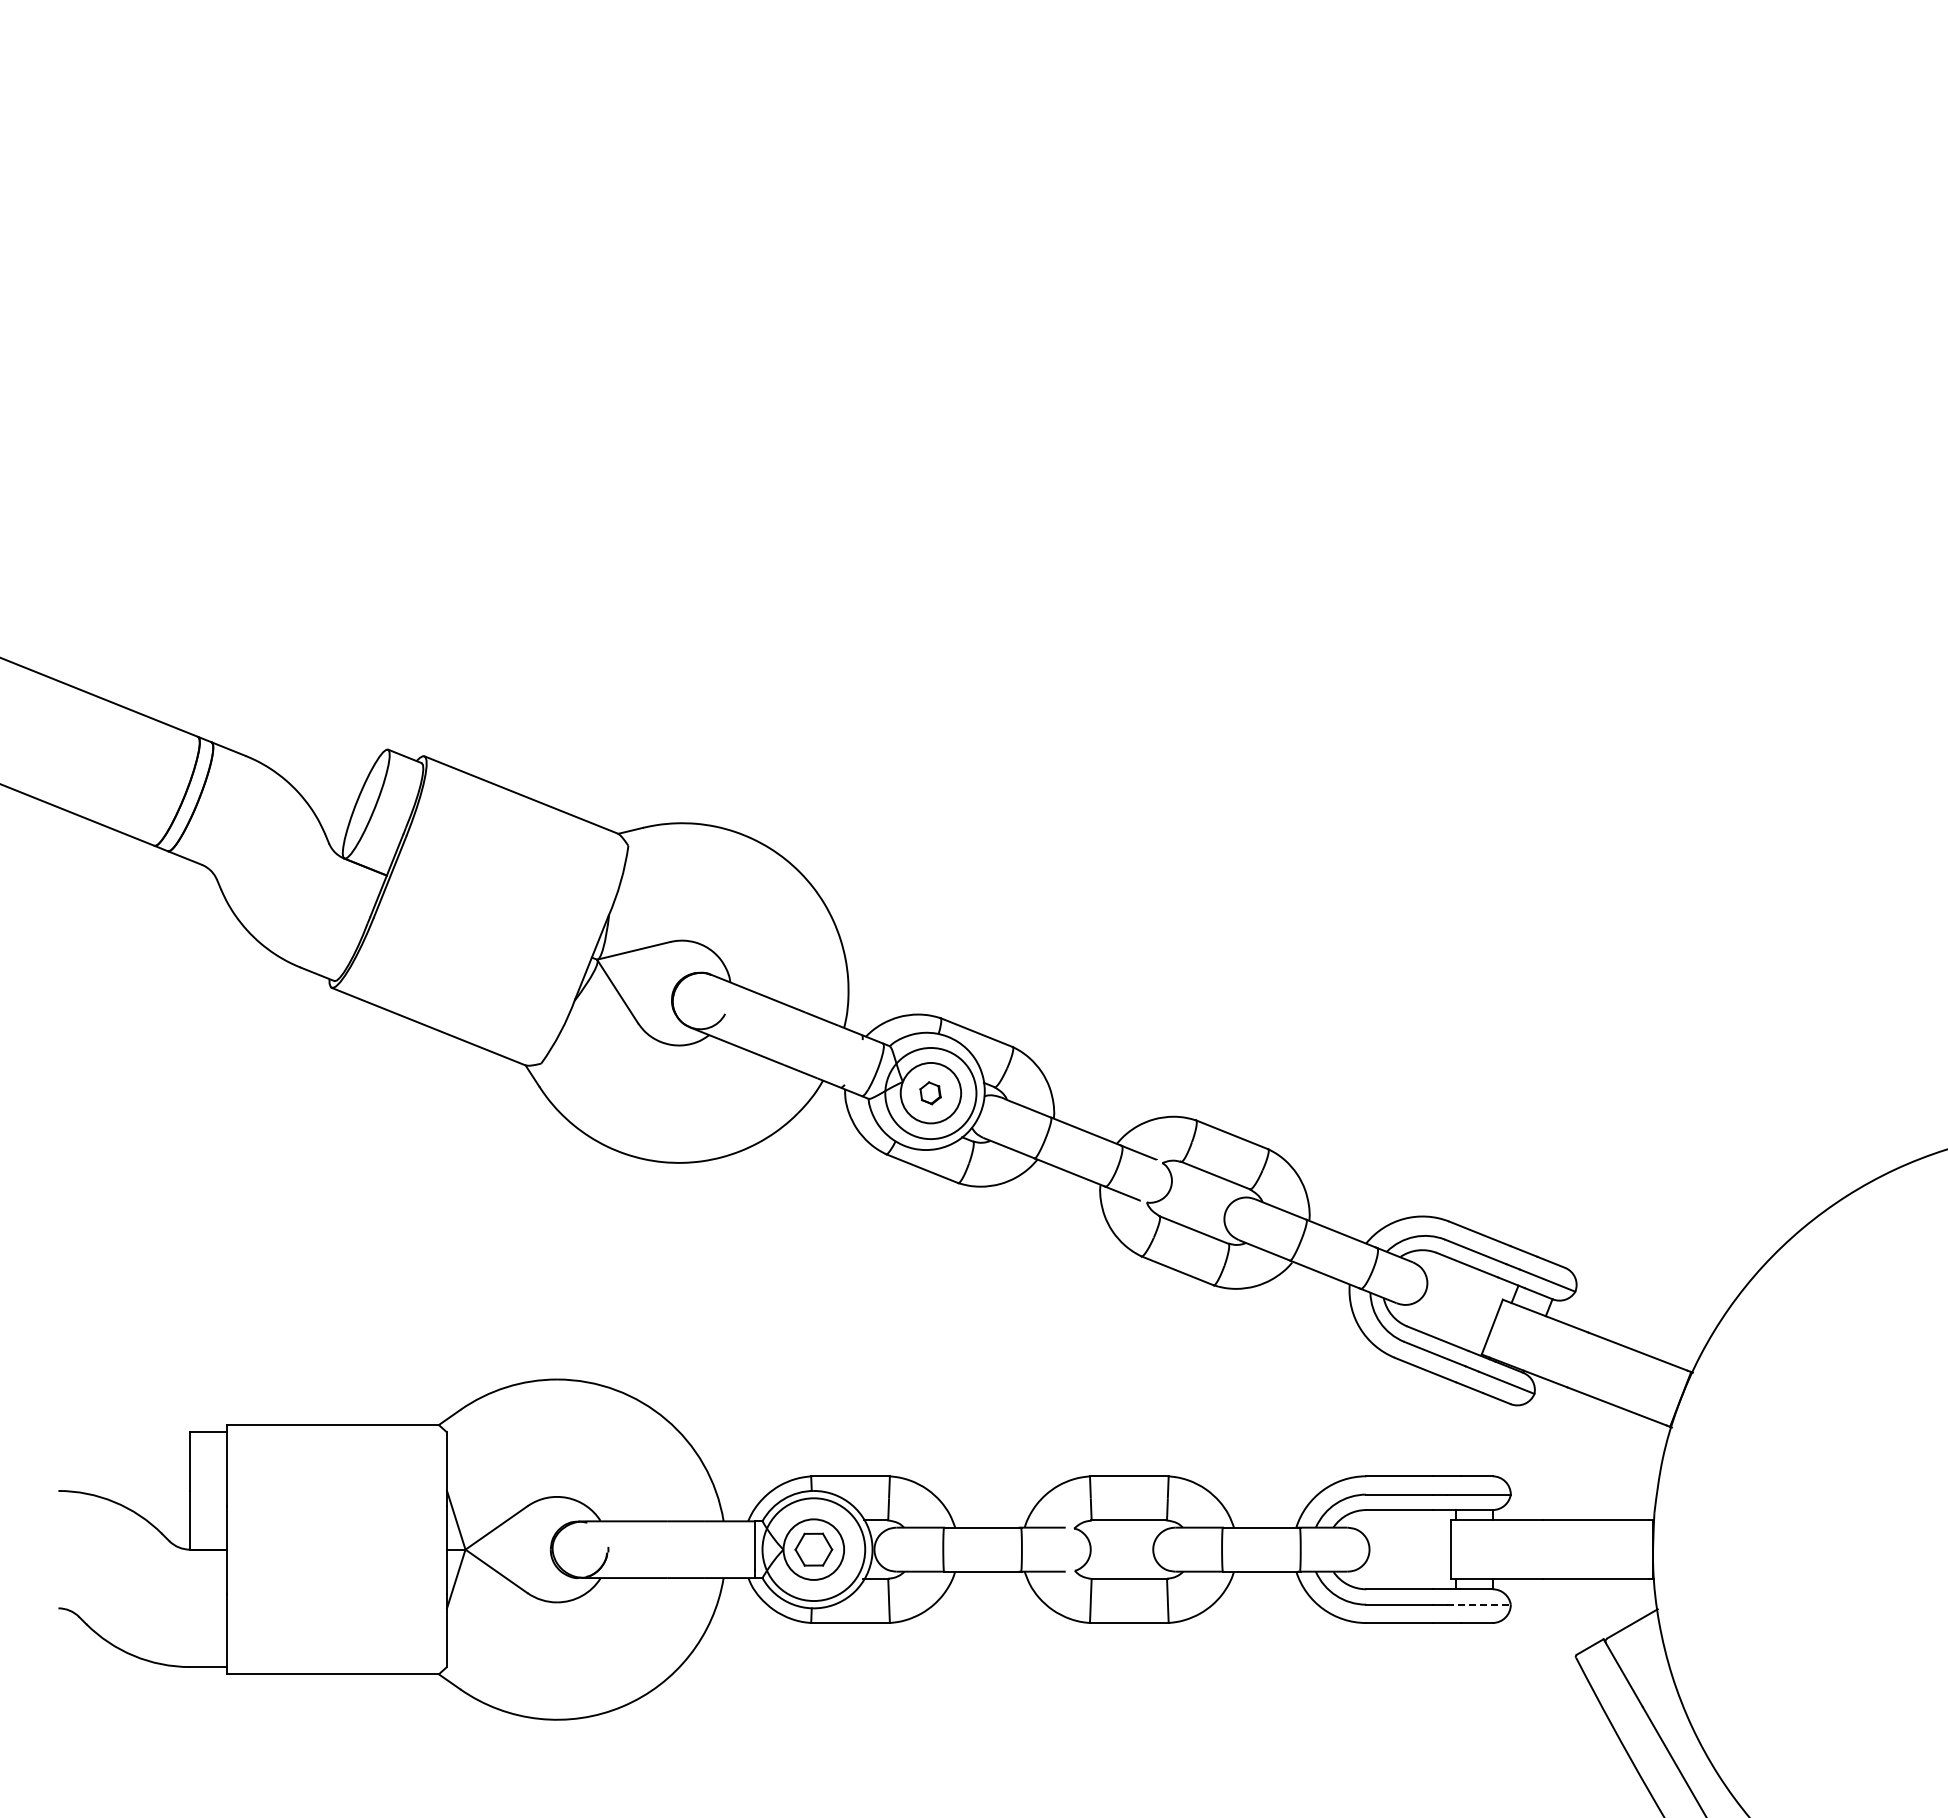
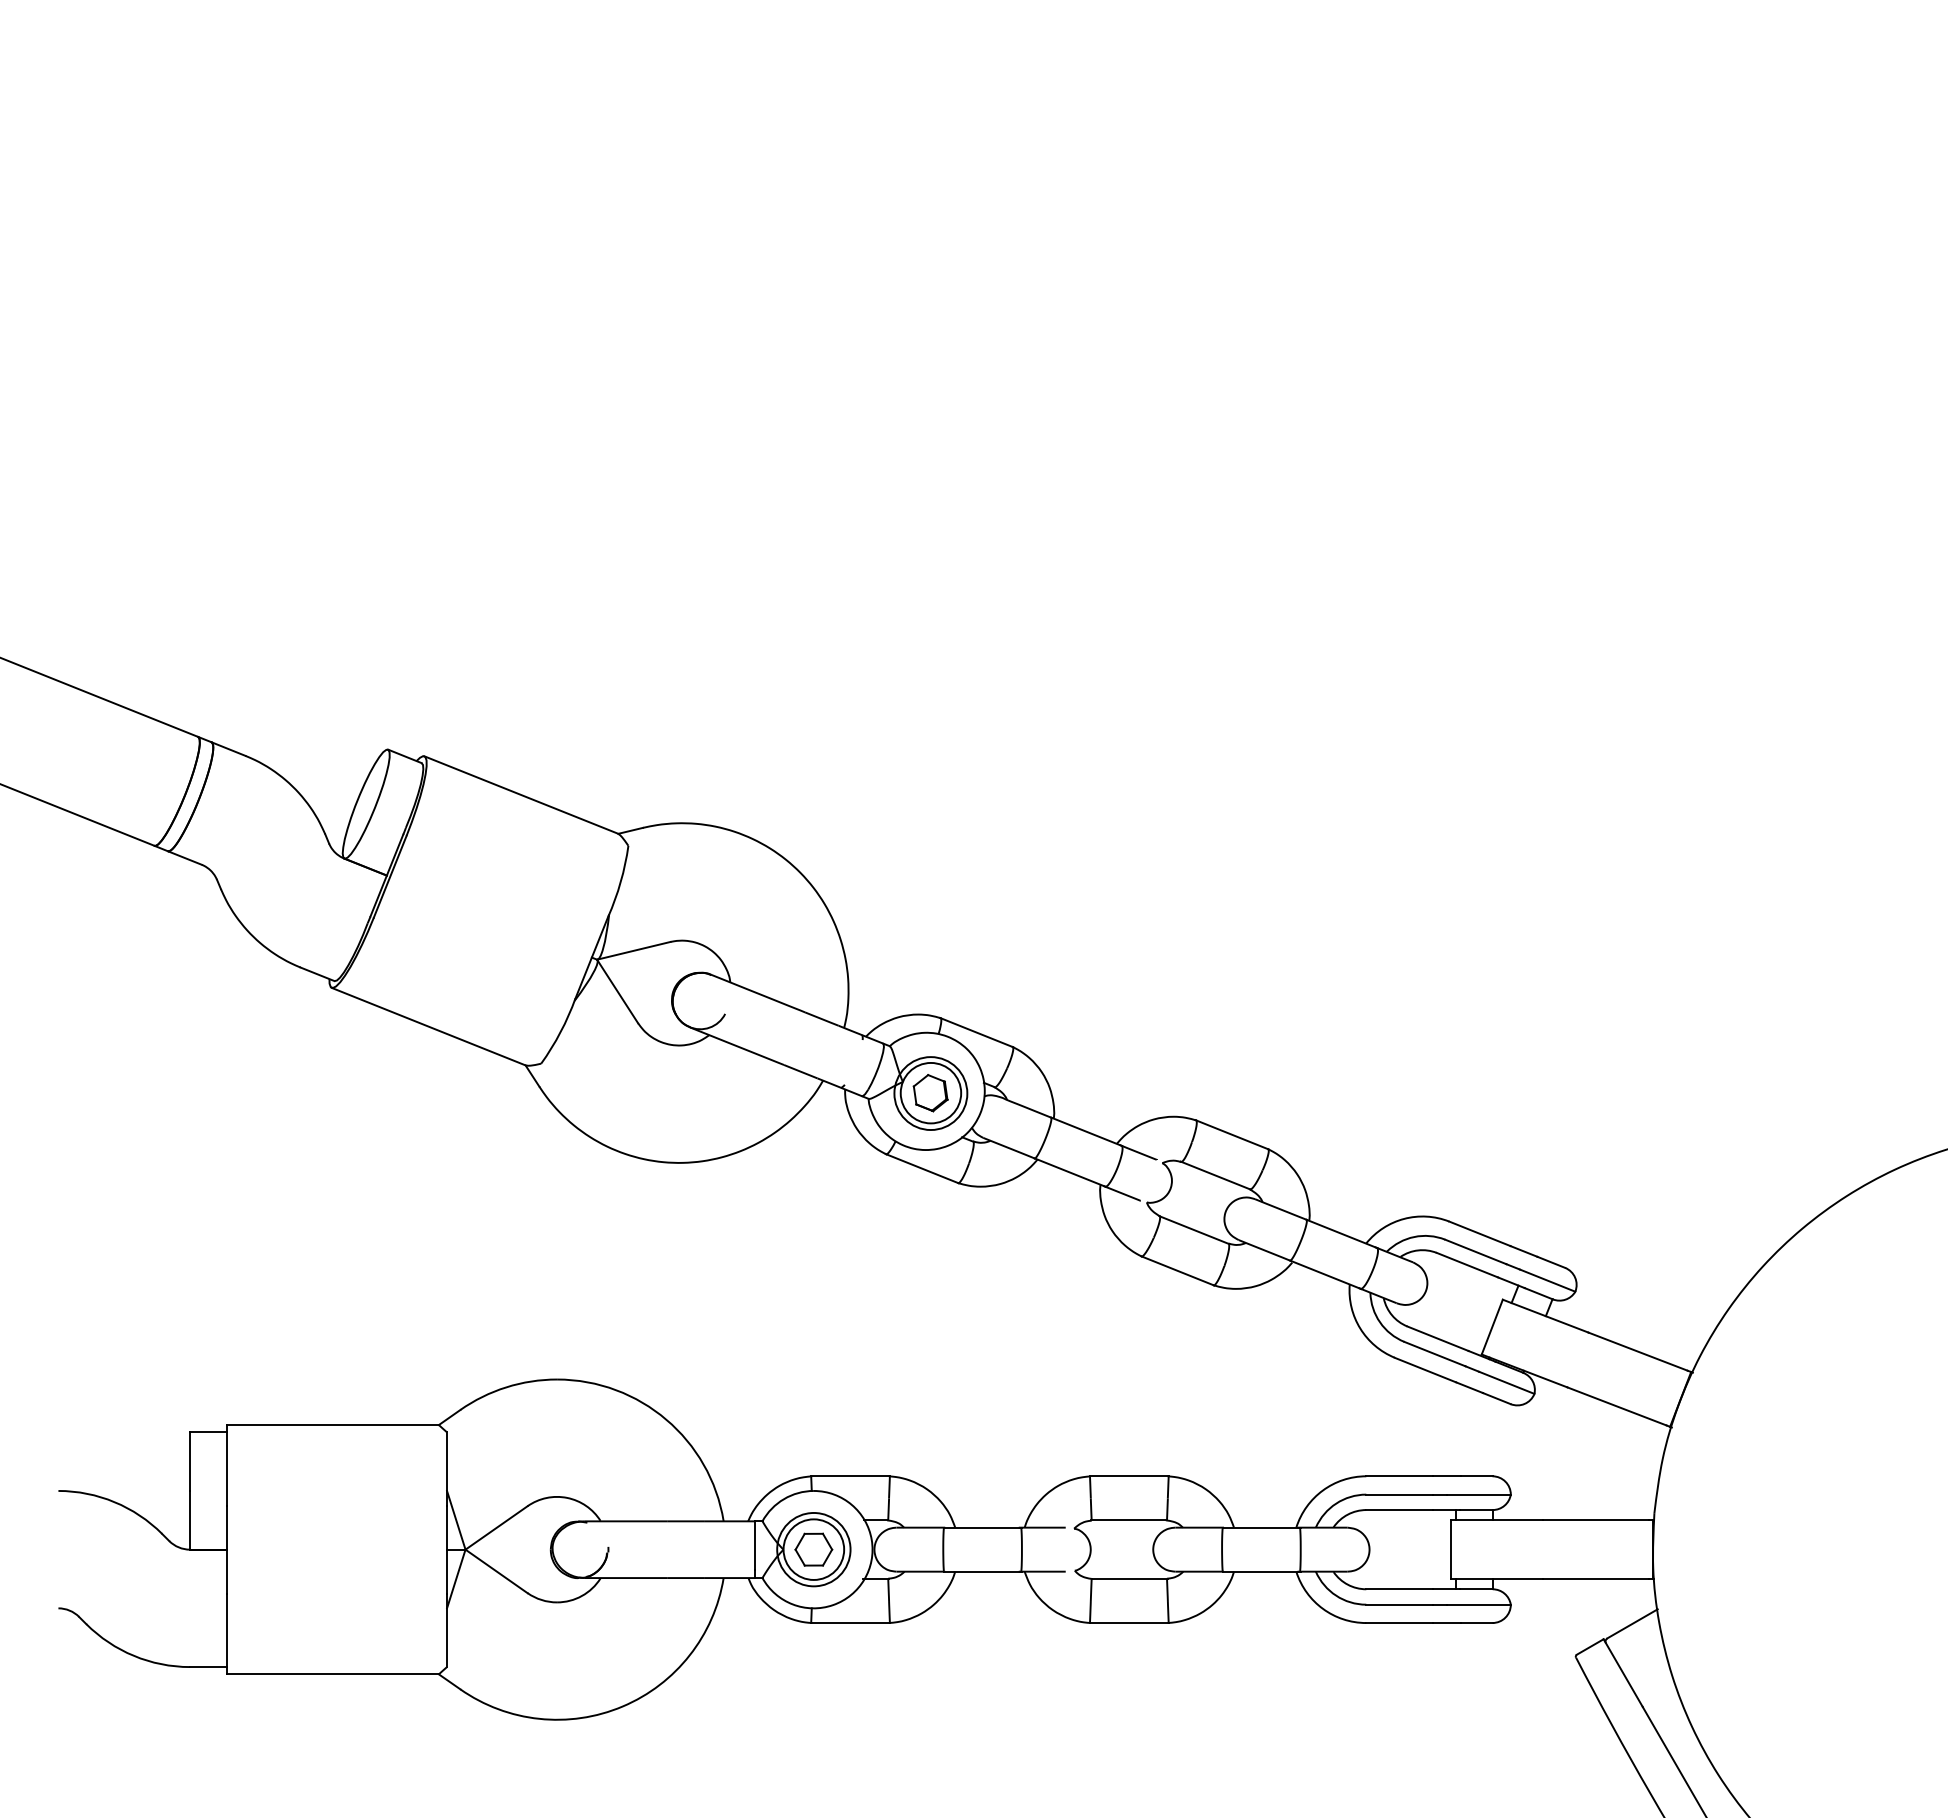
circle at (930, 1093) diameter: 91 px -> 73 px
part at (930, 1093) size: 23x25 px -> 37x39 px
circle at (813, 1549) diameter: 103 px -> 73 px
line at (1479, 1604): dashed -> solid
